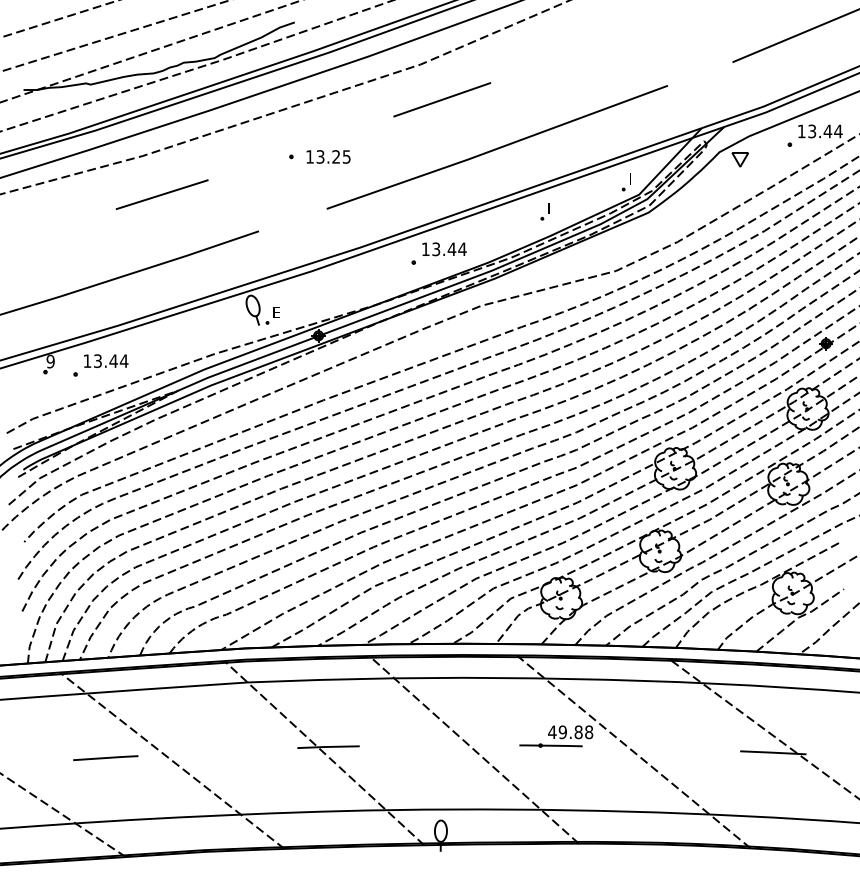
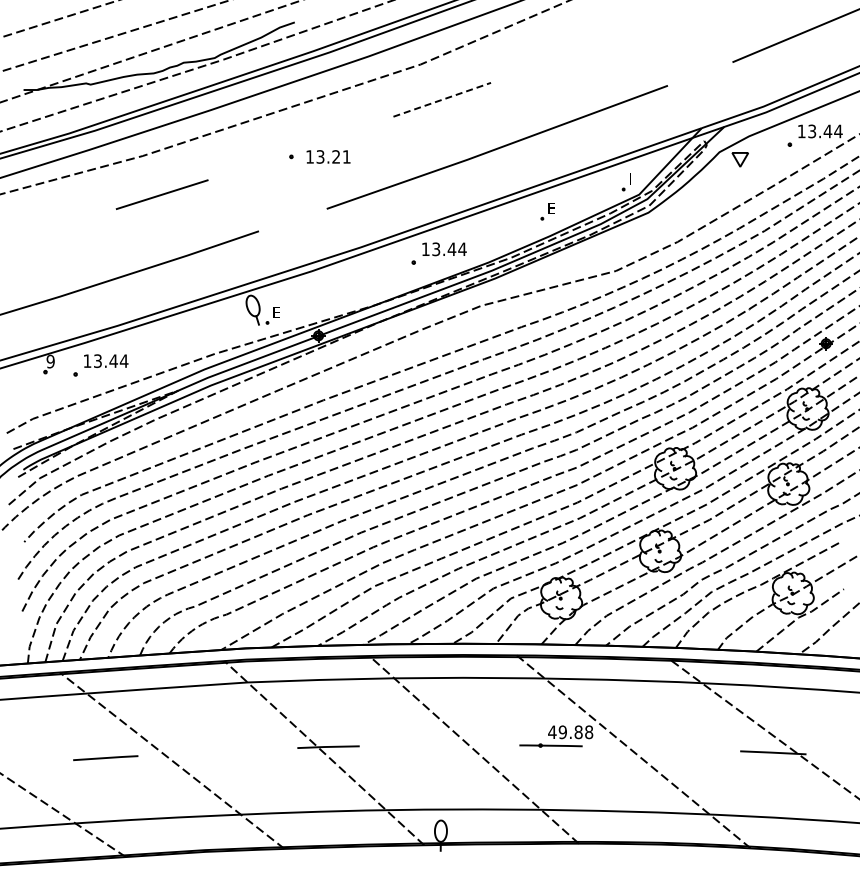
line at (442, 99): solid -> dashed
text at (346, 156): 13.25 -> 13.21
text at (552, 208): I -> E
